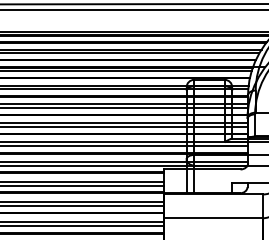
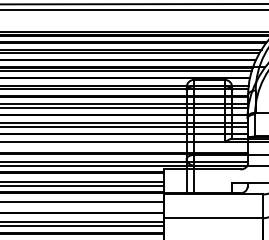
line at (125, 146): present -> none
line at (83, 205): present -> none
